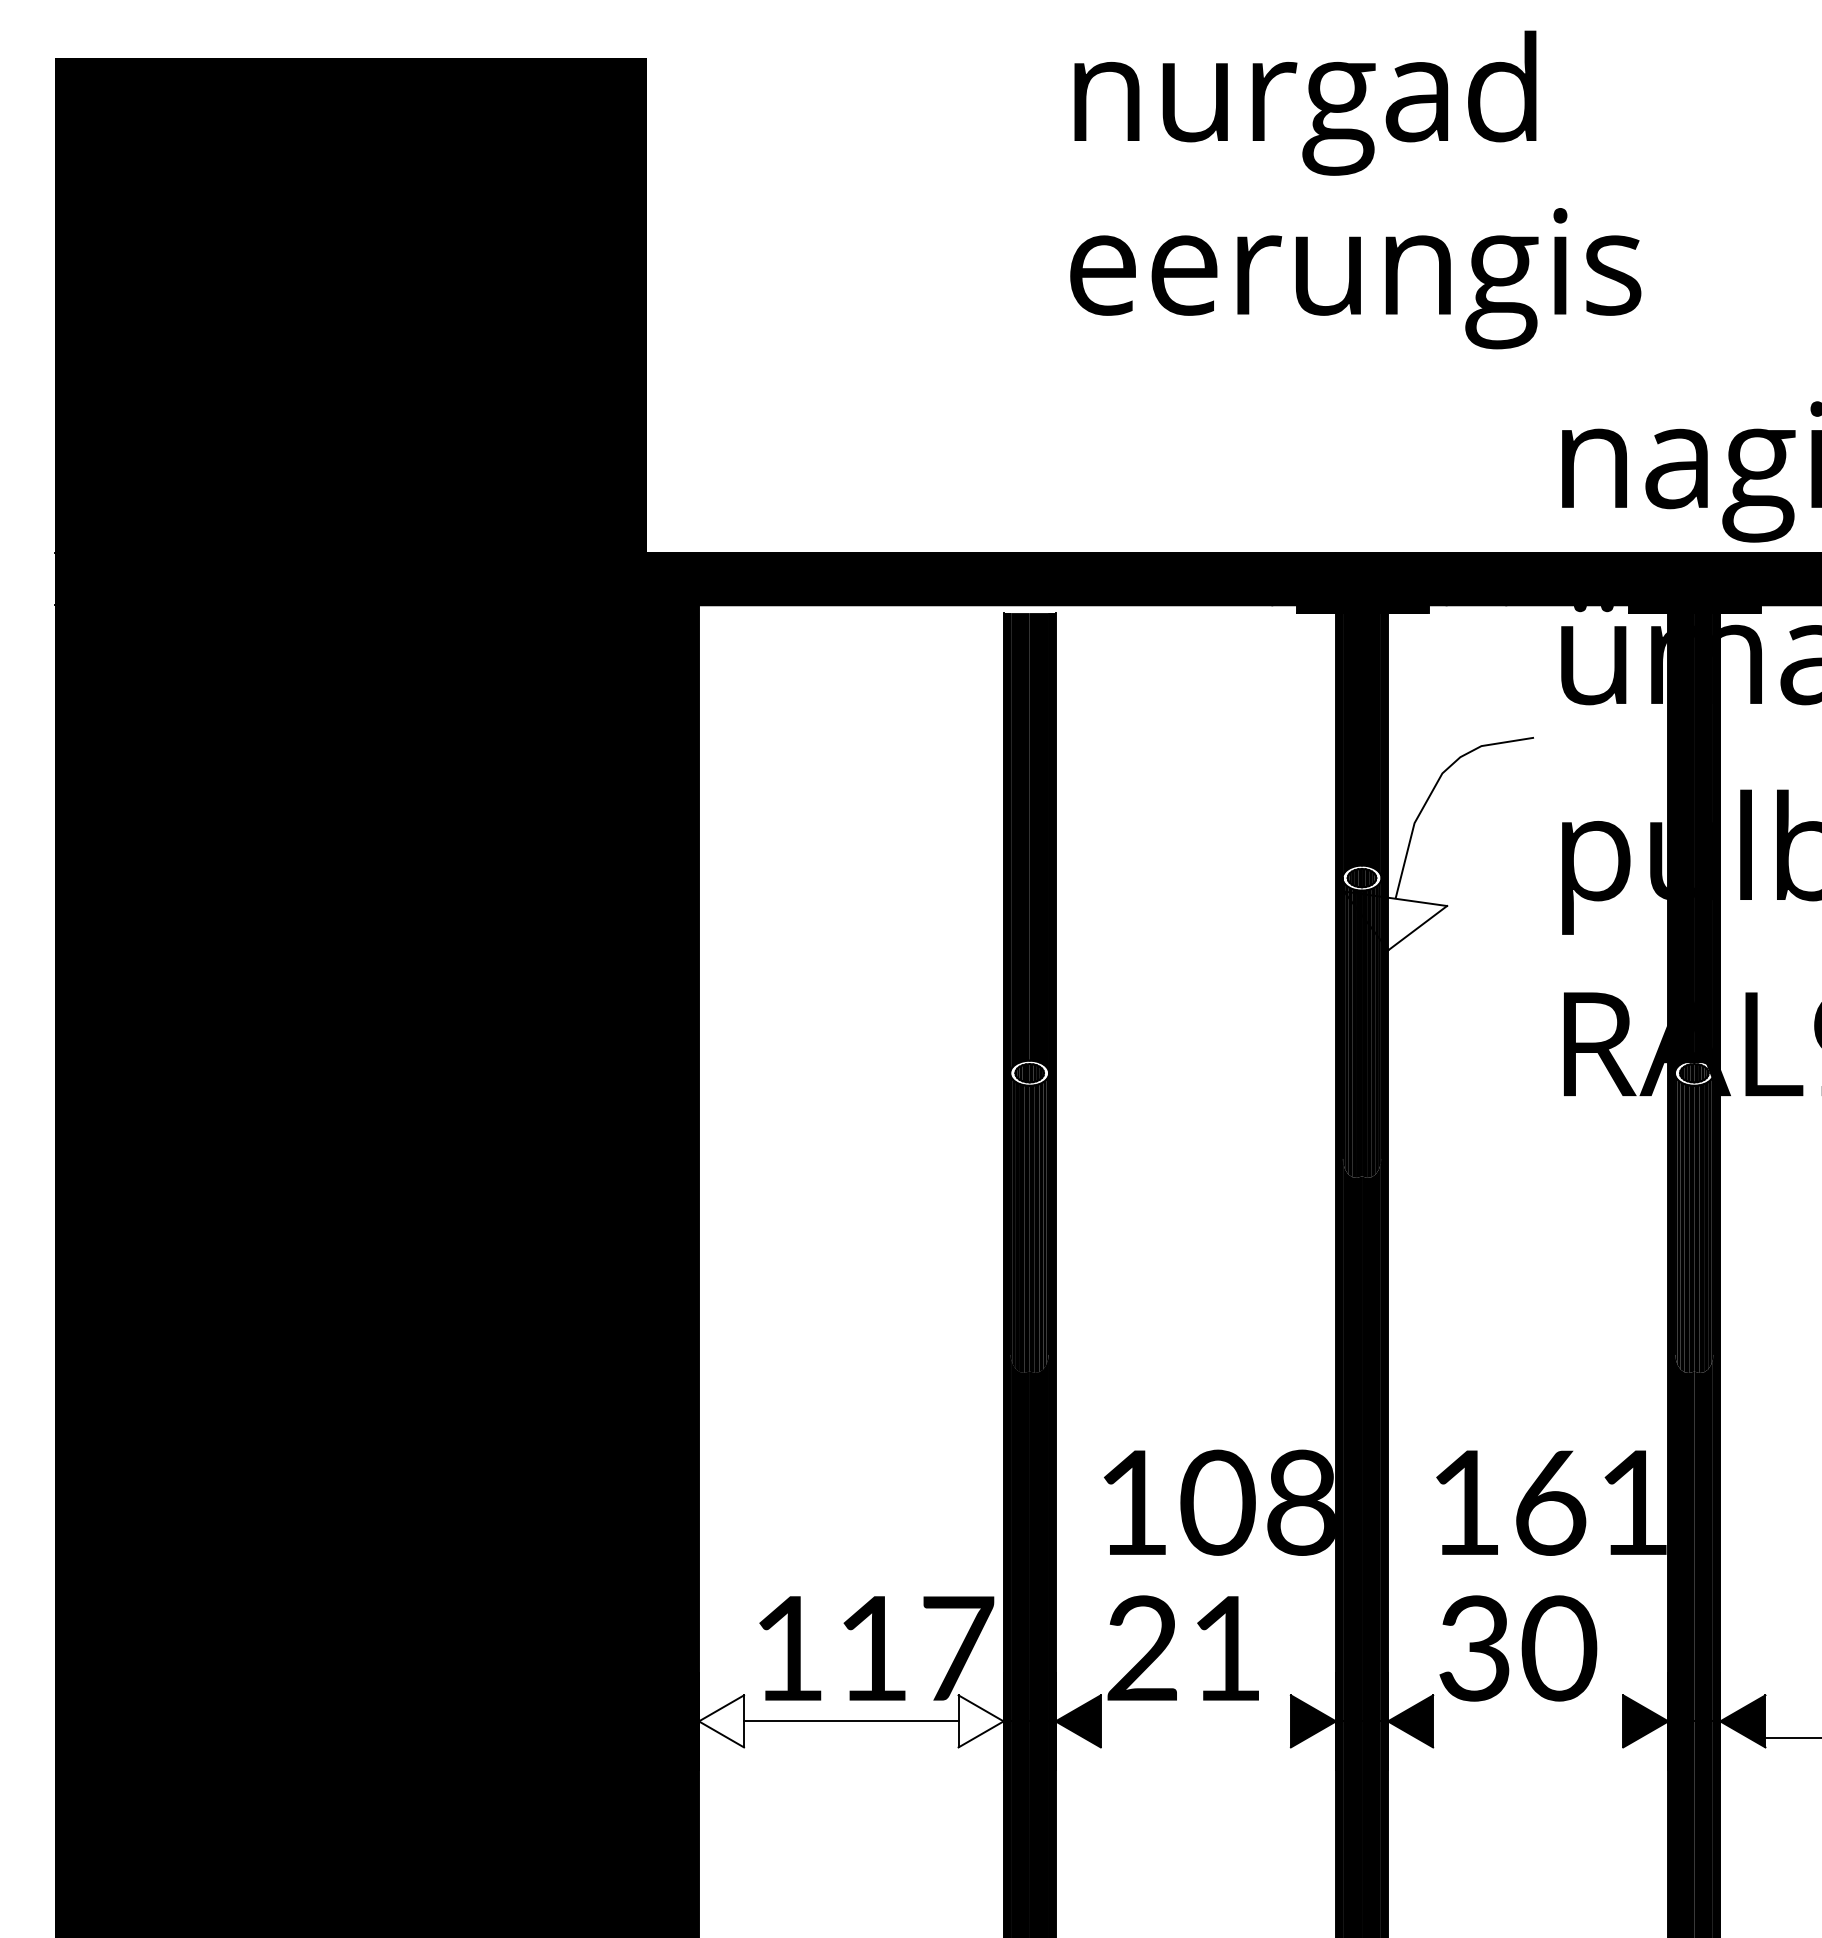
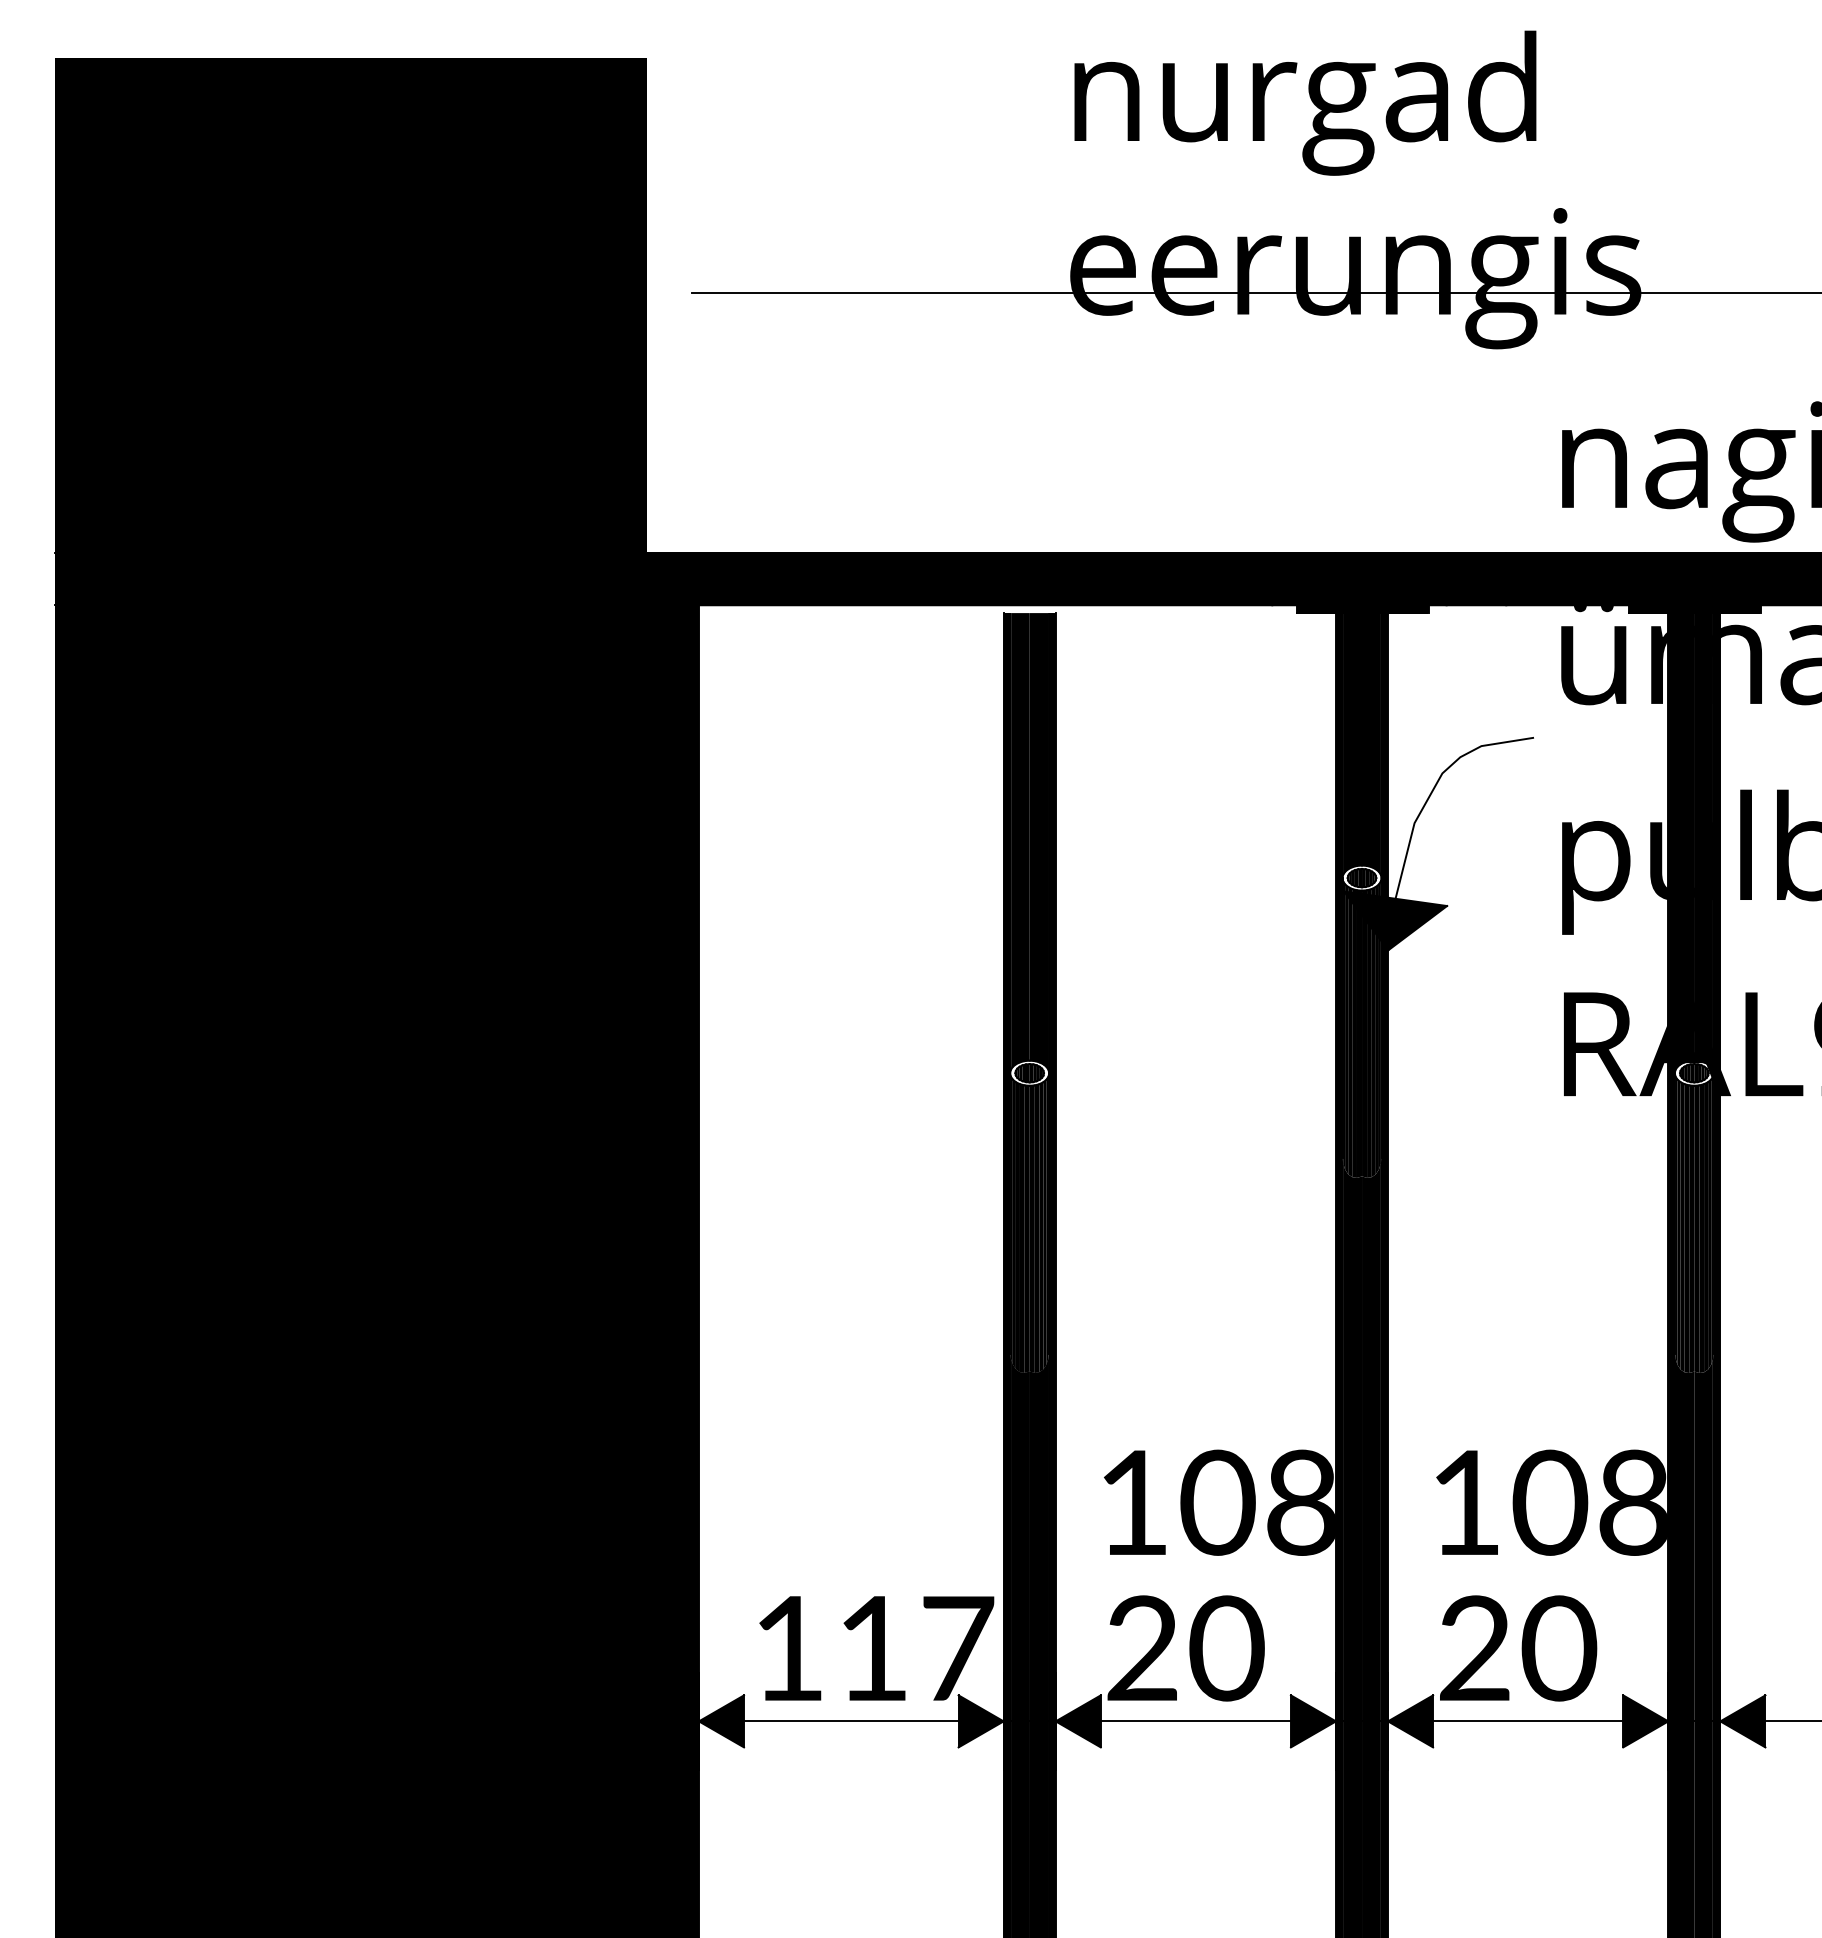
line at (1255, 292): none -> present
fill at (1395, 920): none -> present
text at (1589, 1502): 161 -> 108
text at (1226, 1648): 21 -> 20
text at (1474, 1648): 30 -> 20
fill at (721, 1721): none -> present
fill at (980, 1721): none -> present
line at (1195, 1721): none -> present
line at (1528, 1721): none -> present
line at (1791, 1738) position: (1791, 1738) -> (1791, 1721)
